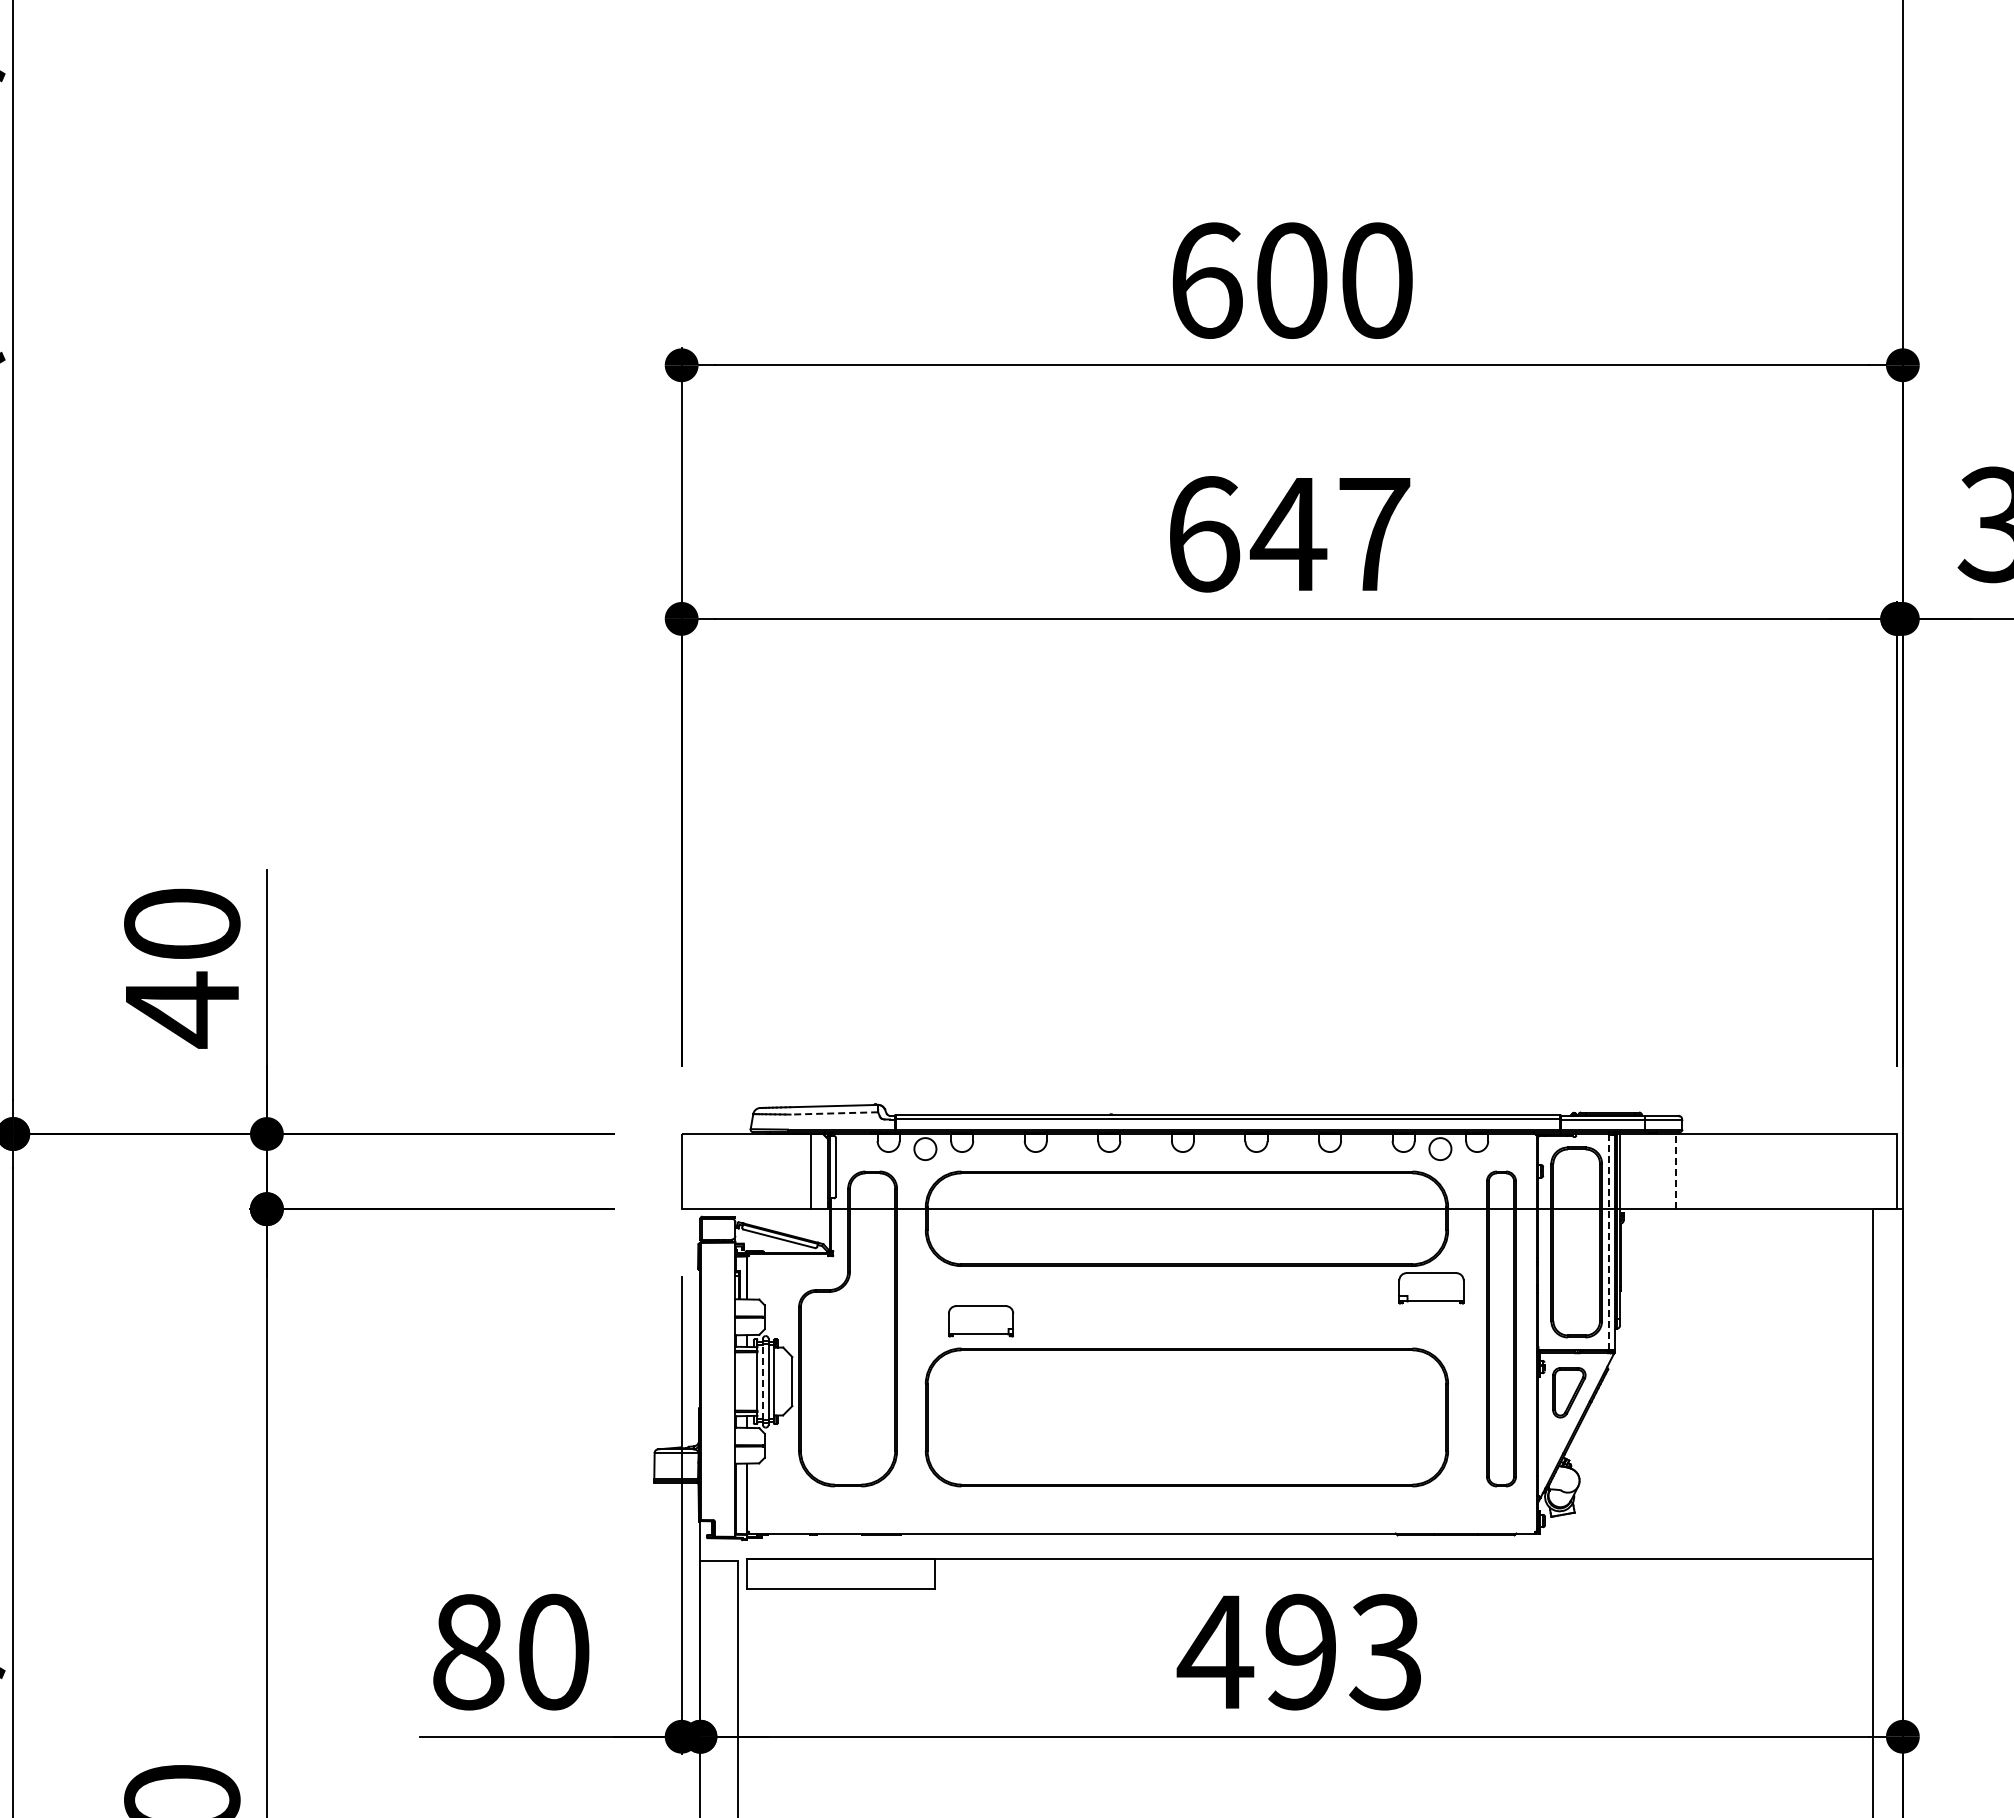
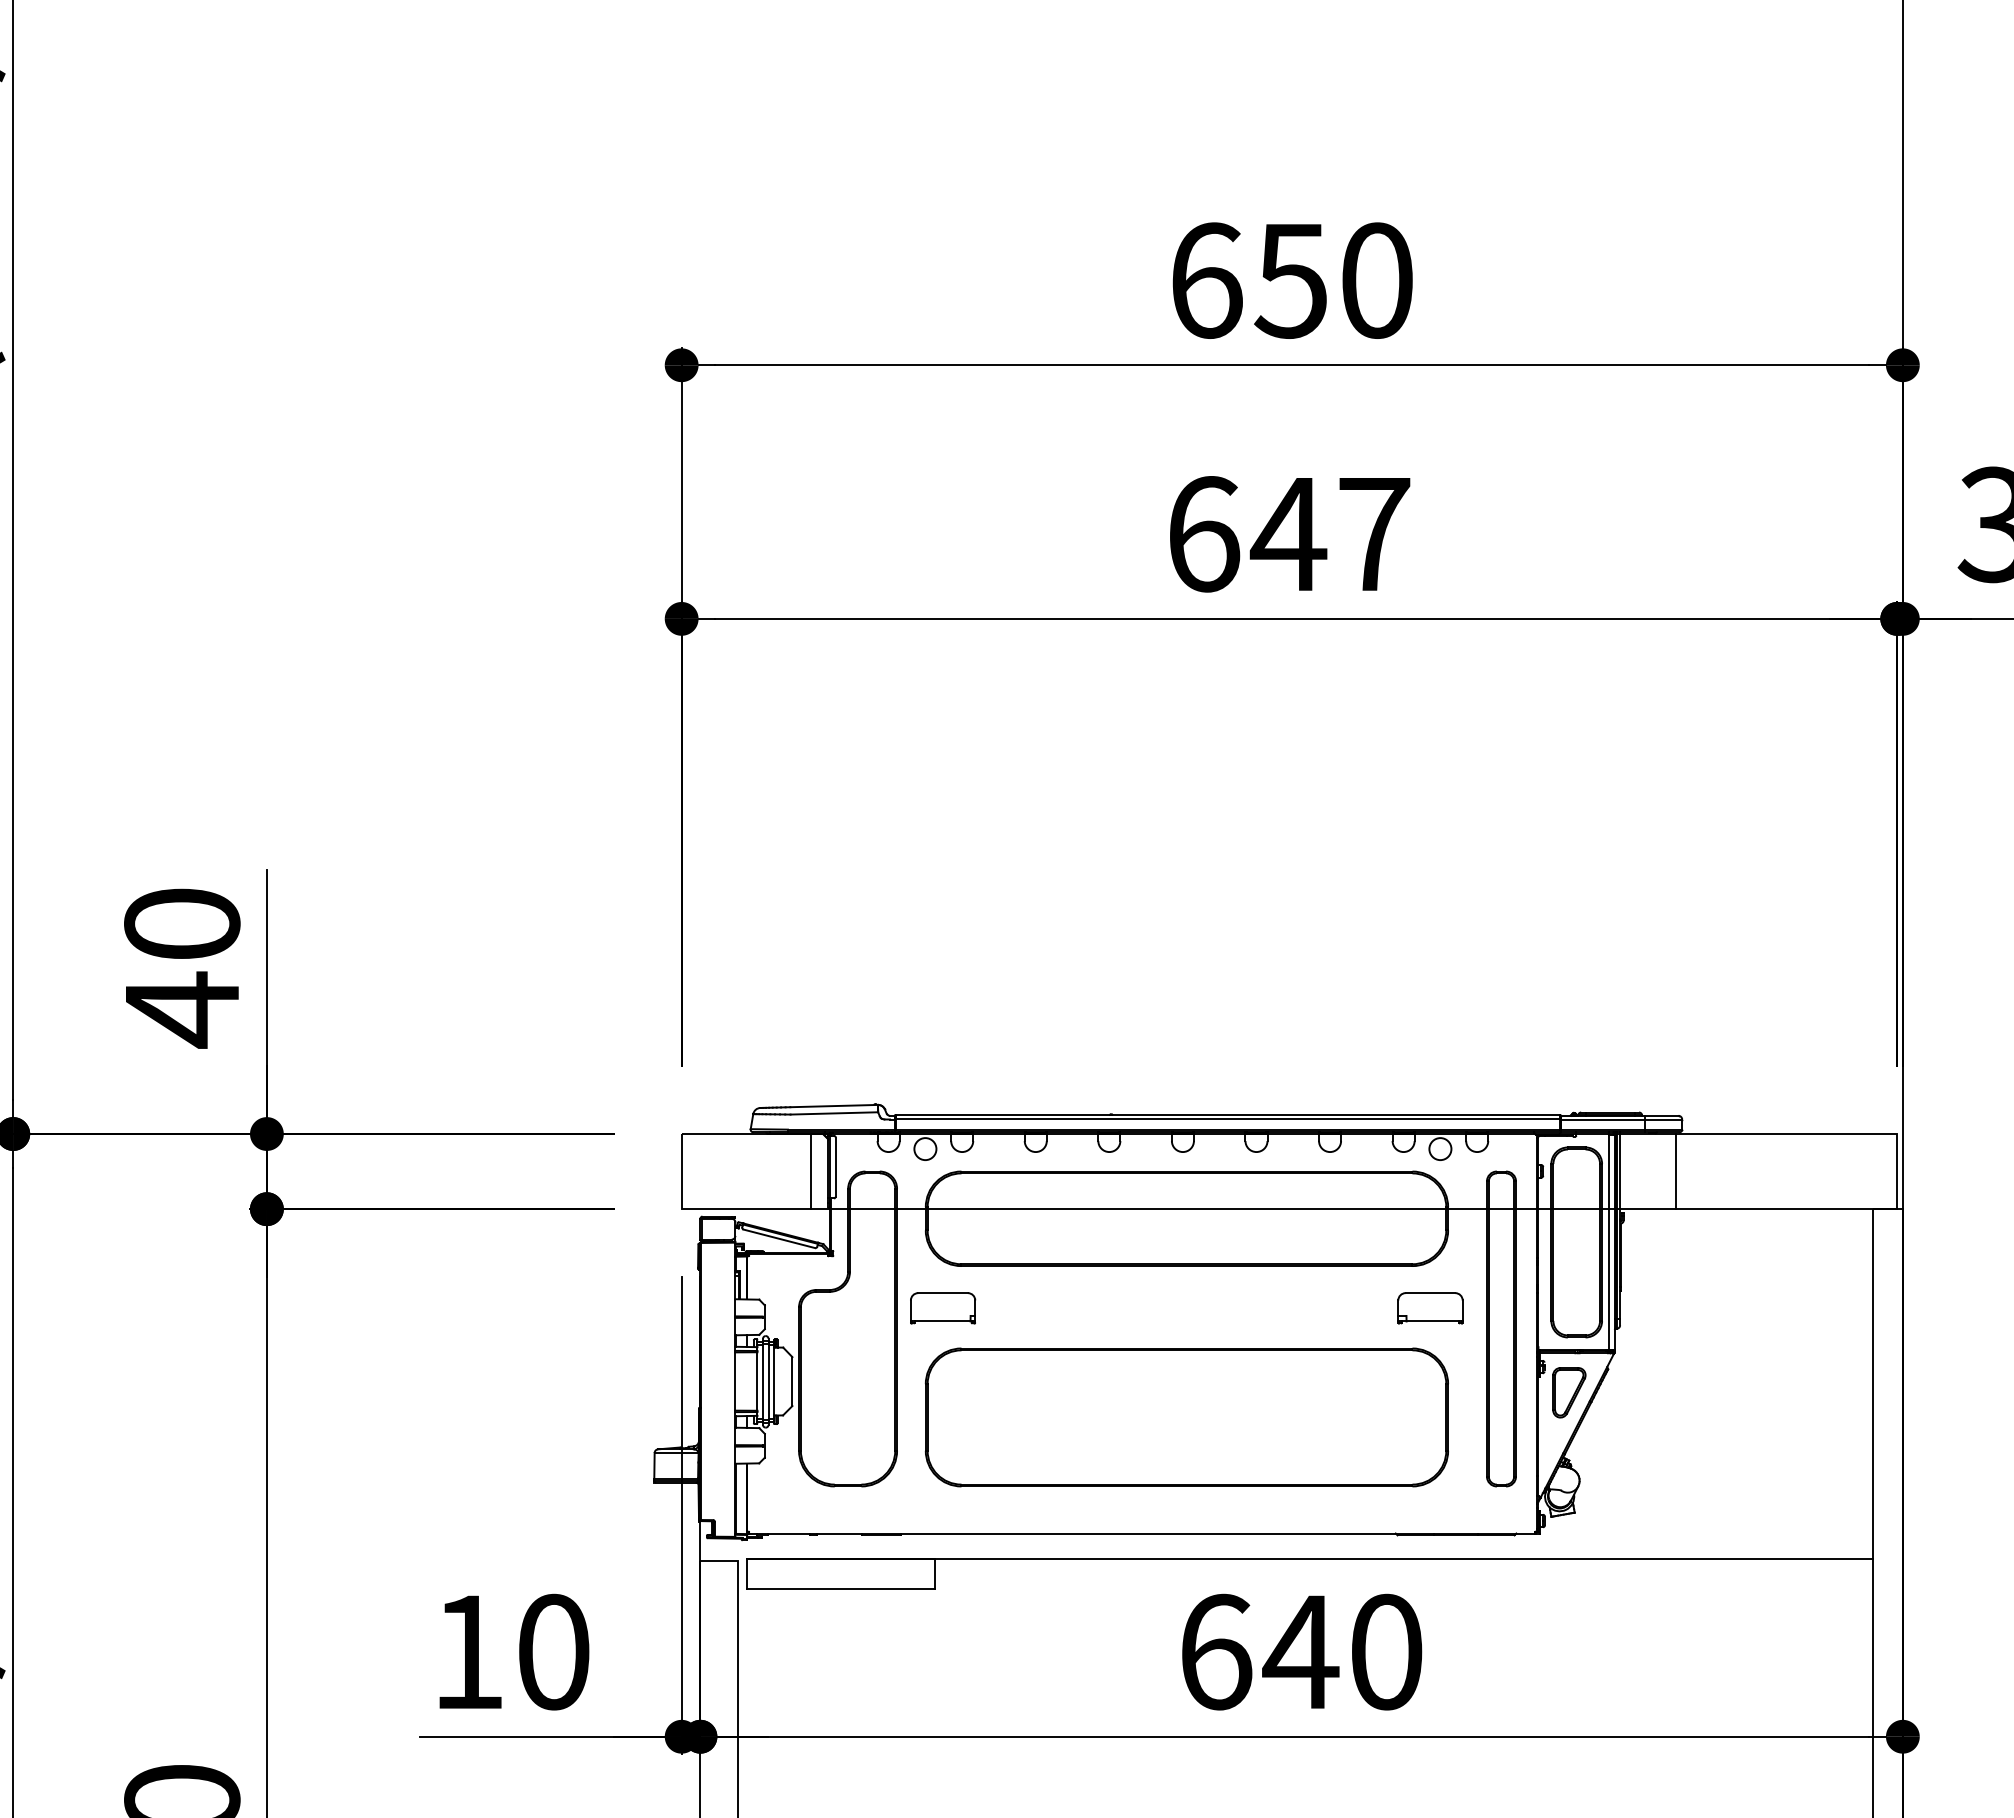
text at (1290, 280): 600 -> 650
line at (834, 1113): dashed -> solid
line at (1675, 1171): dashed -> solid
line at (1609, 1242): dashed -> solid
part at (1431, 1288) position: (1431, 1288) -> (1430, 1308)
part at (981, 1321) position: (981, 1321) -> (943, 1308)
line at (763, 1381): dashed -> solid
text at (1299, 1651): 493 -> 640
text at (468, 1652): 80 -> 10
